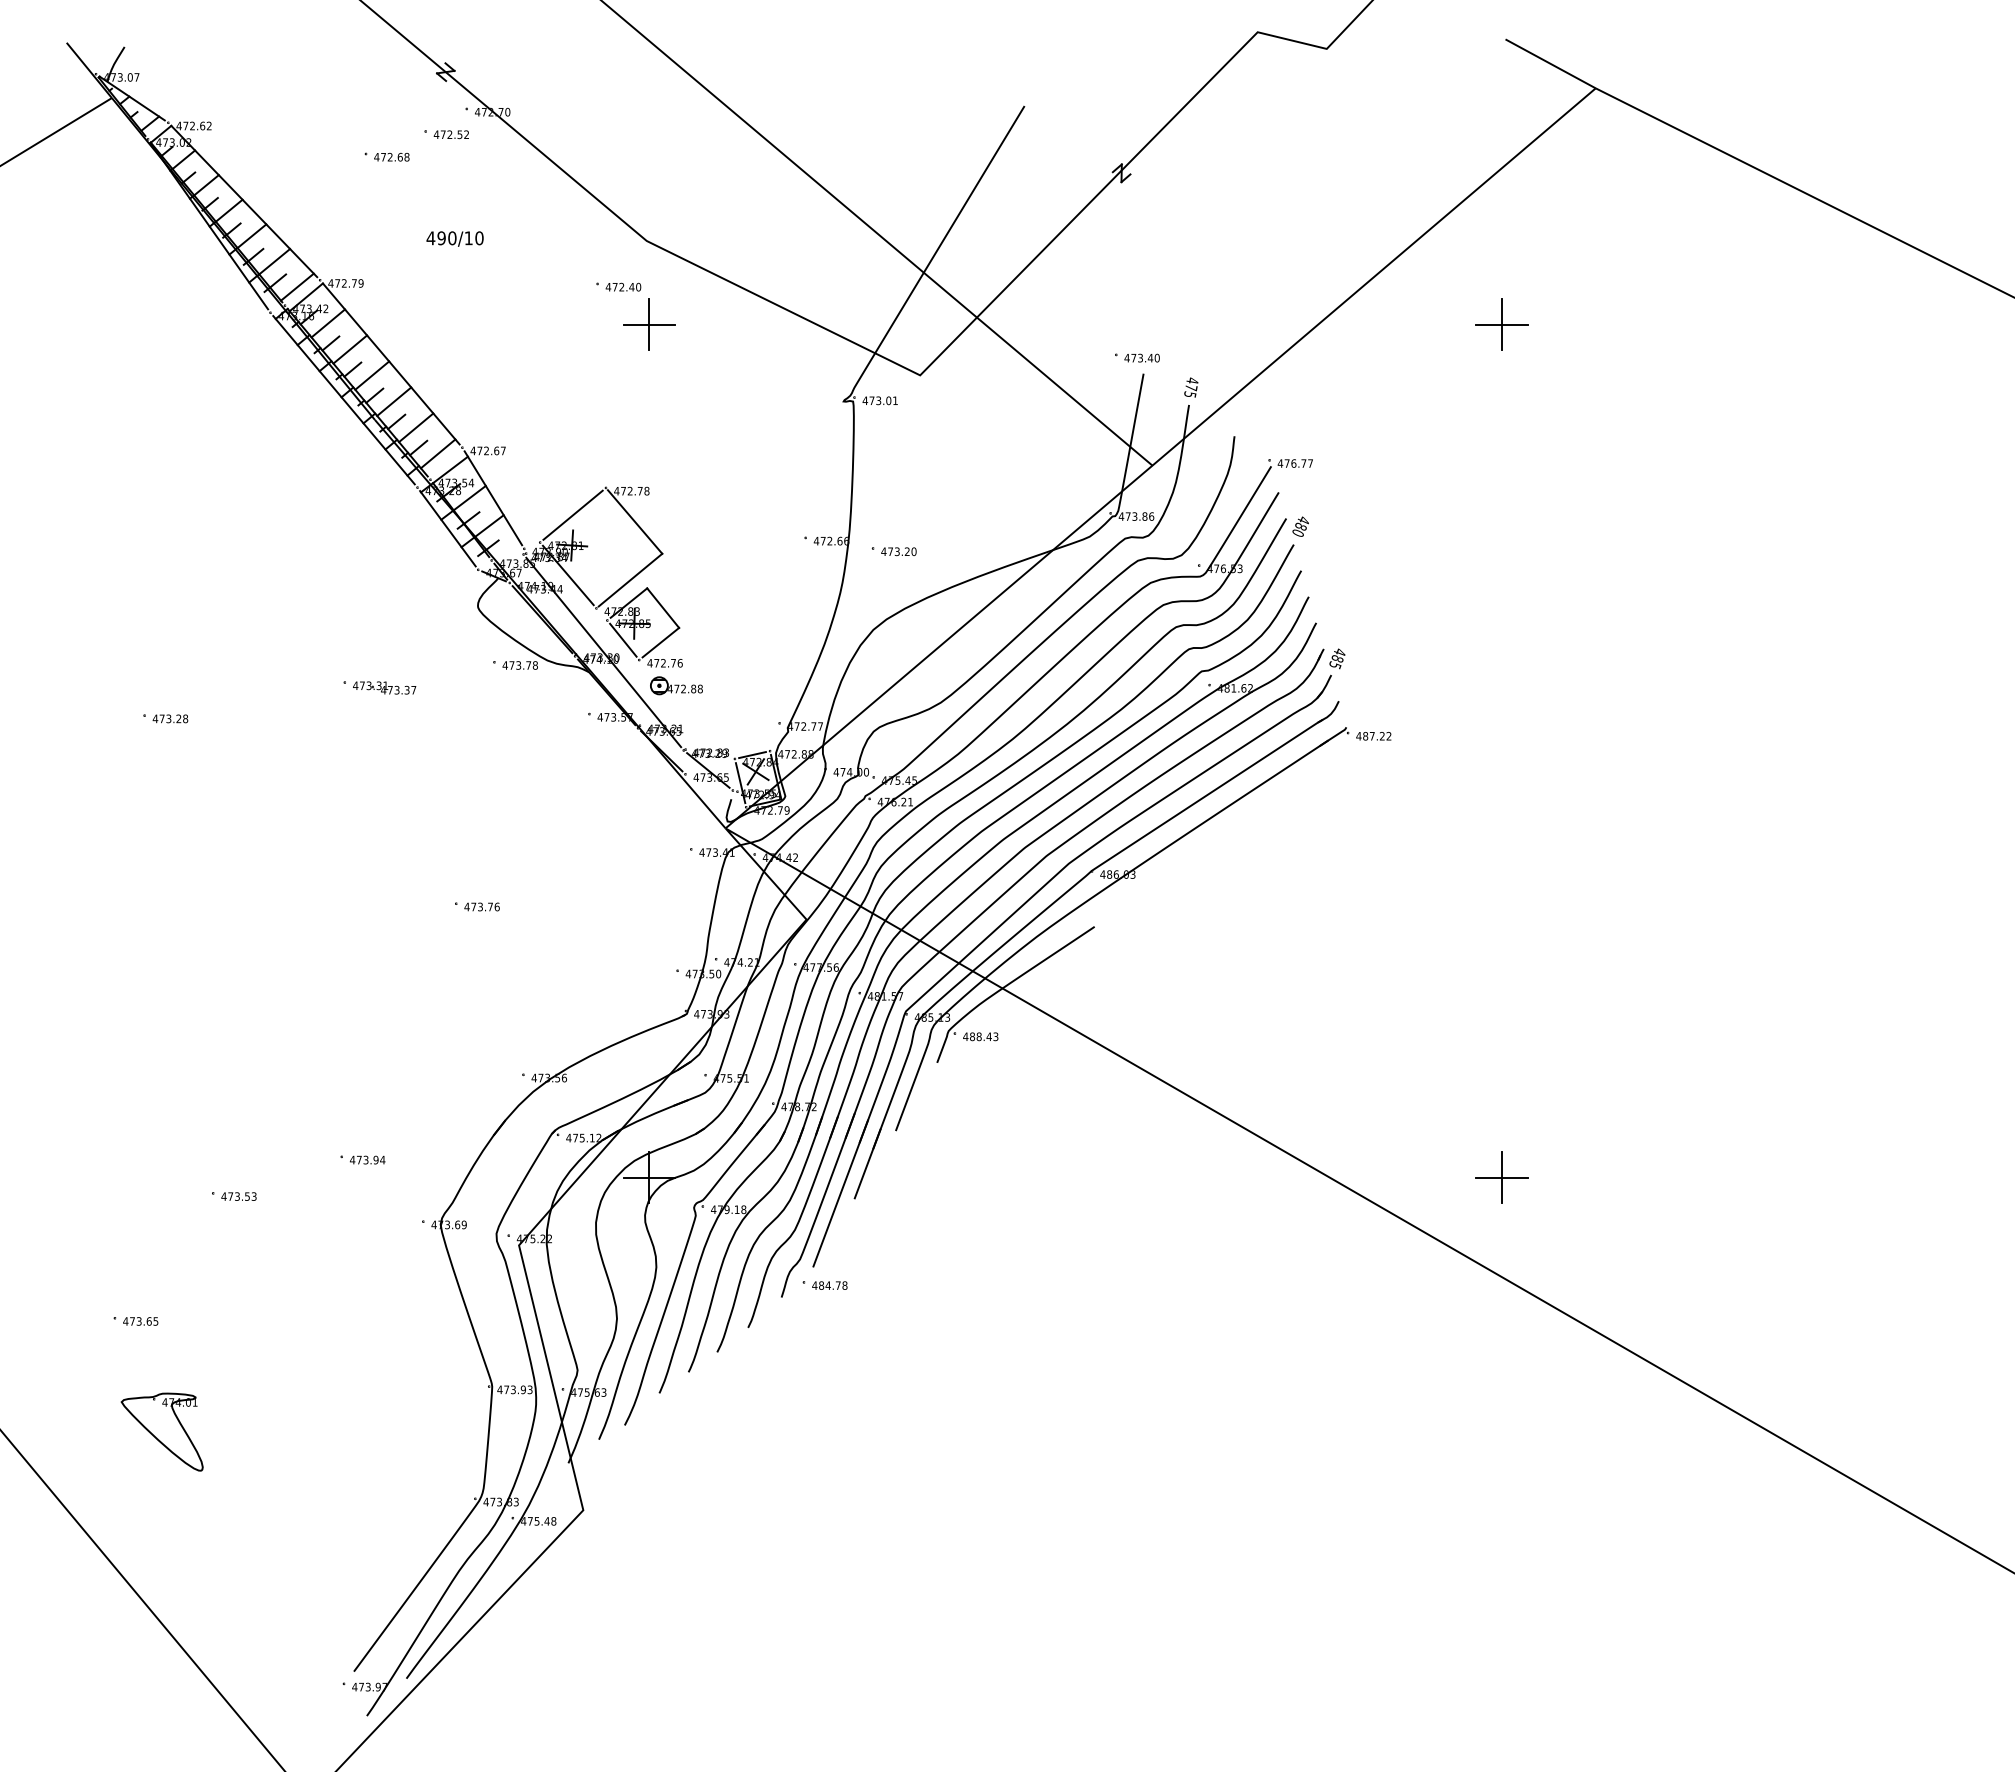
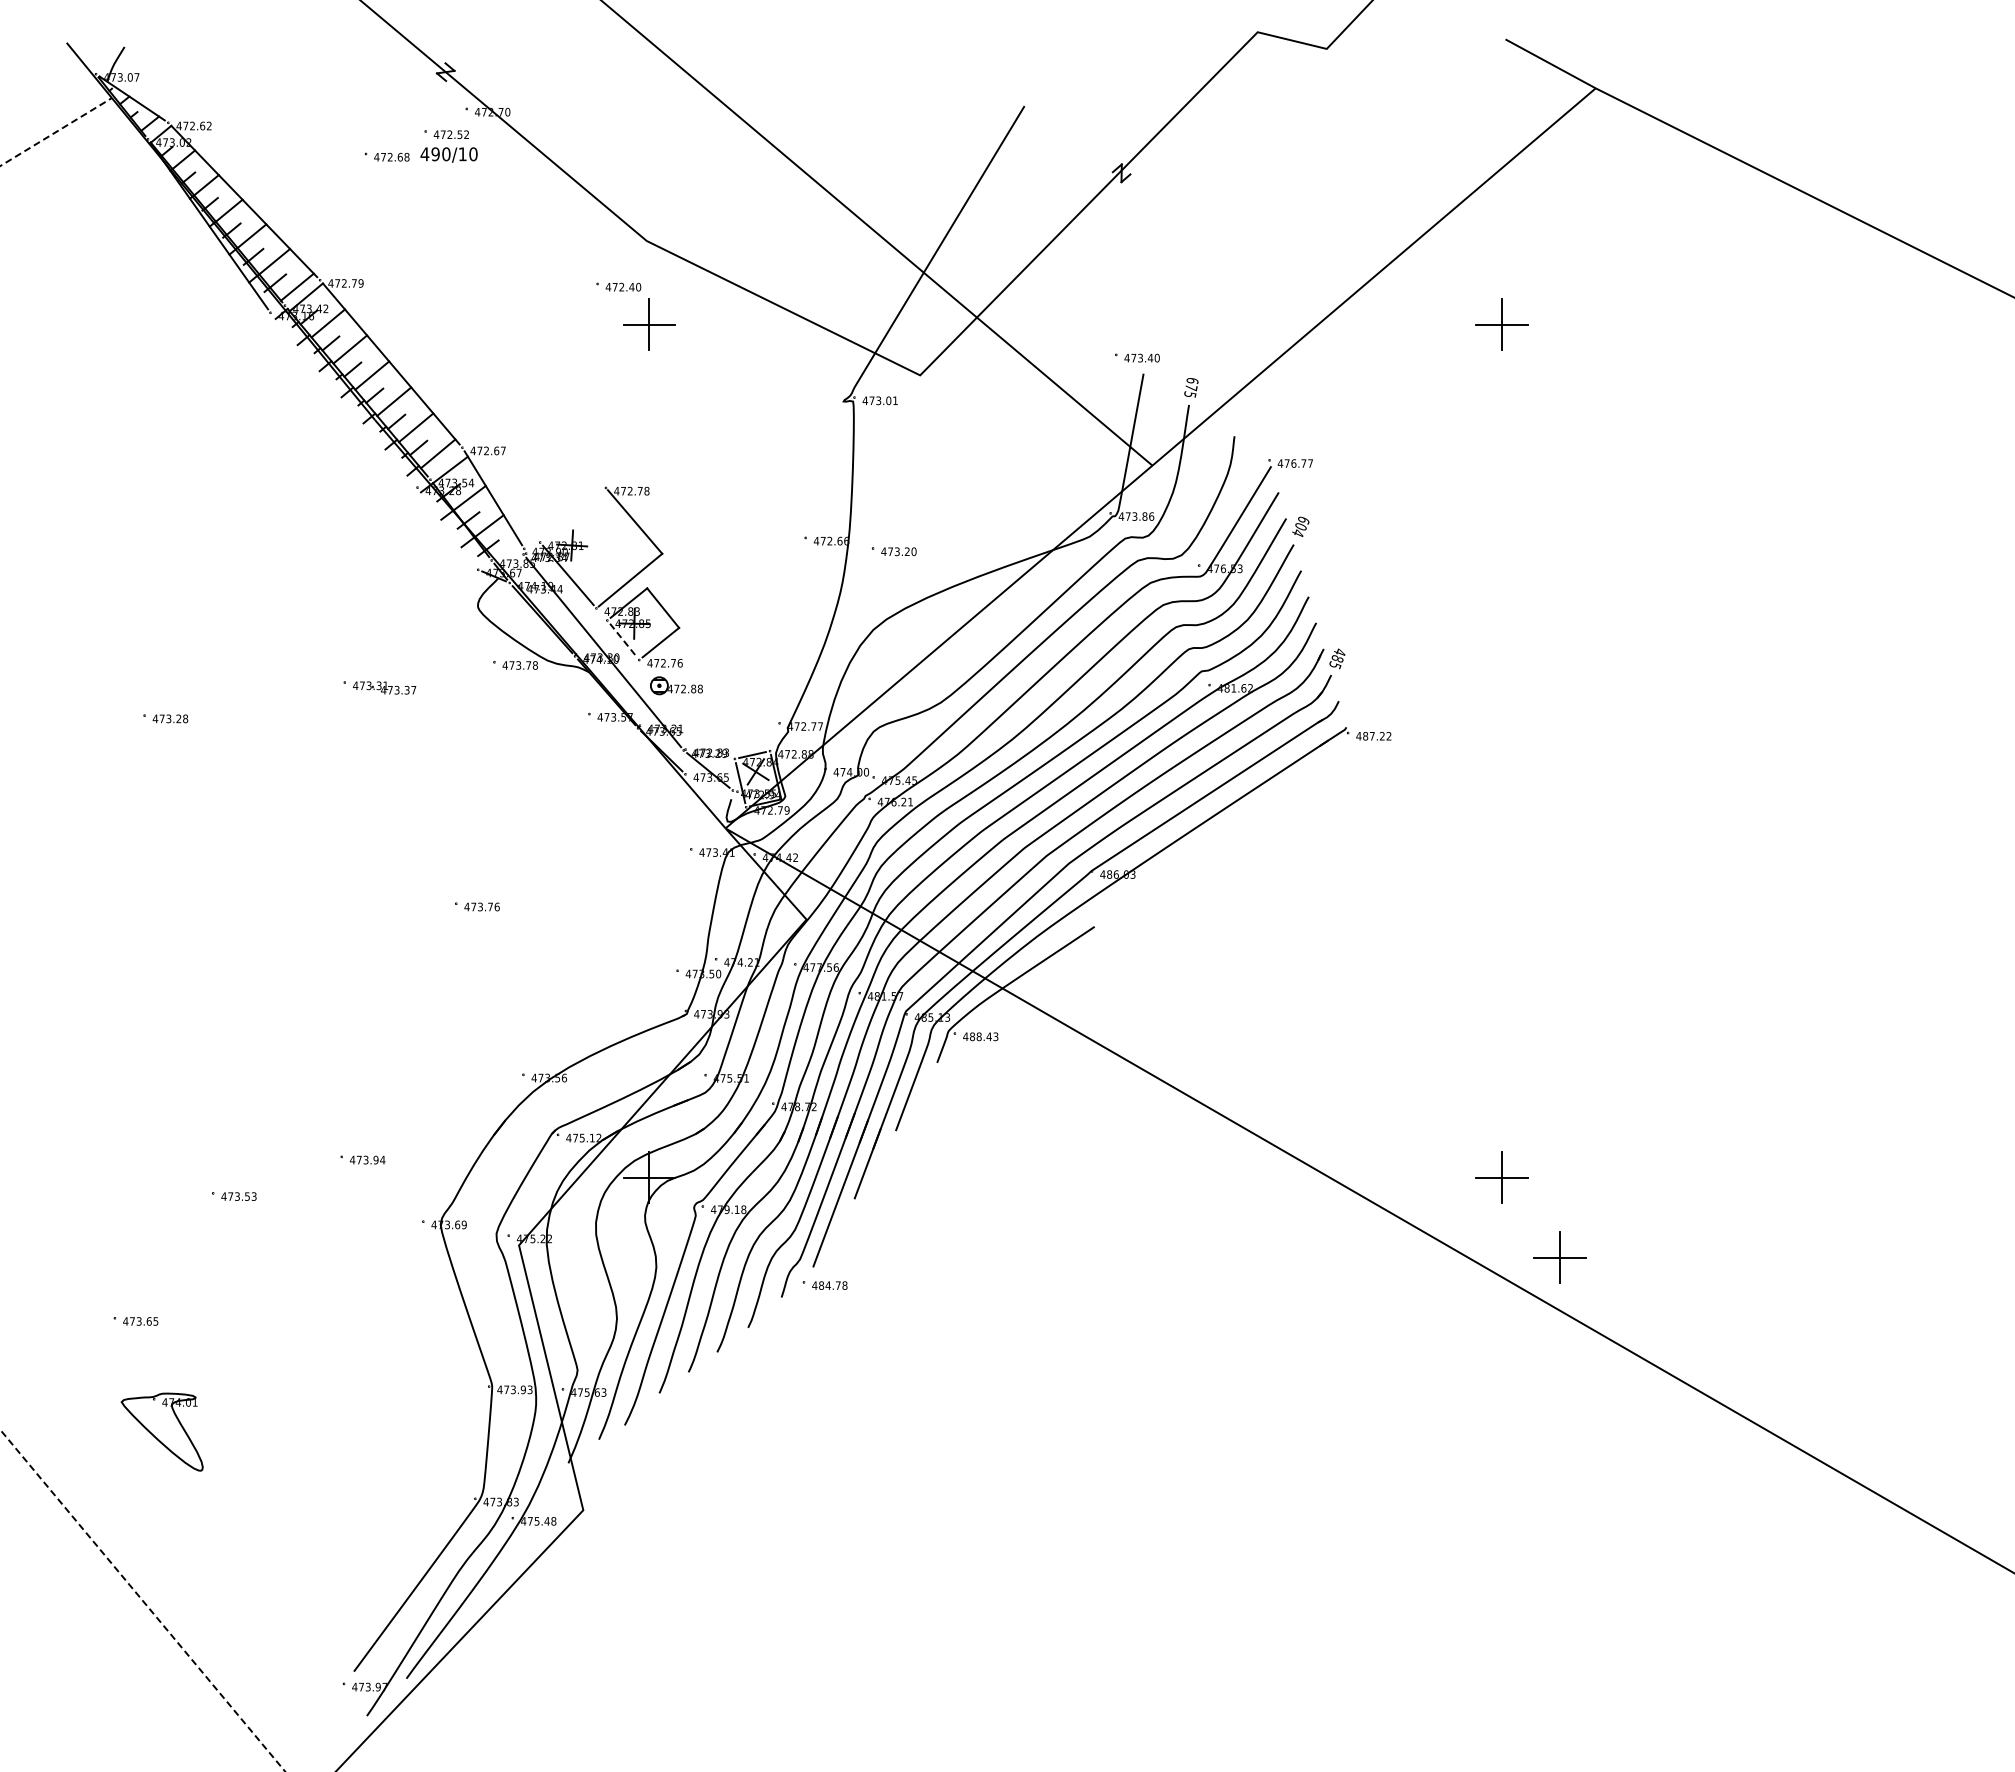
line at (56, 131): solid -> dashed
text at (454, 238) position: (454, 238) -> (448, 154)
text at (1192, 380): 475 -> 675
line at (343, 400): present -> none
line at (572, 514): present -> none
text at (1300, 526): 480 -> 604
line at (447, 528): present -> none
line at (623, 640): solid -> dashed
part at (1559, 1257): none -> present
line at (142, 1600): solid -> dashed
